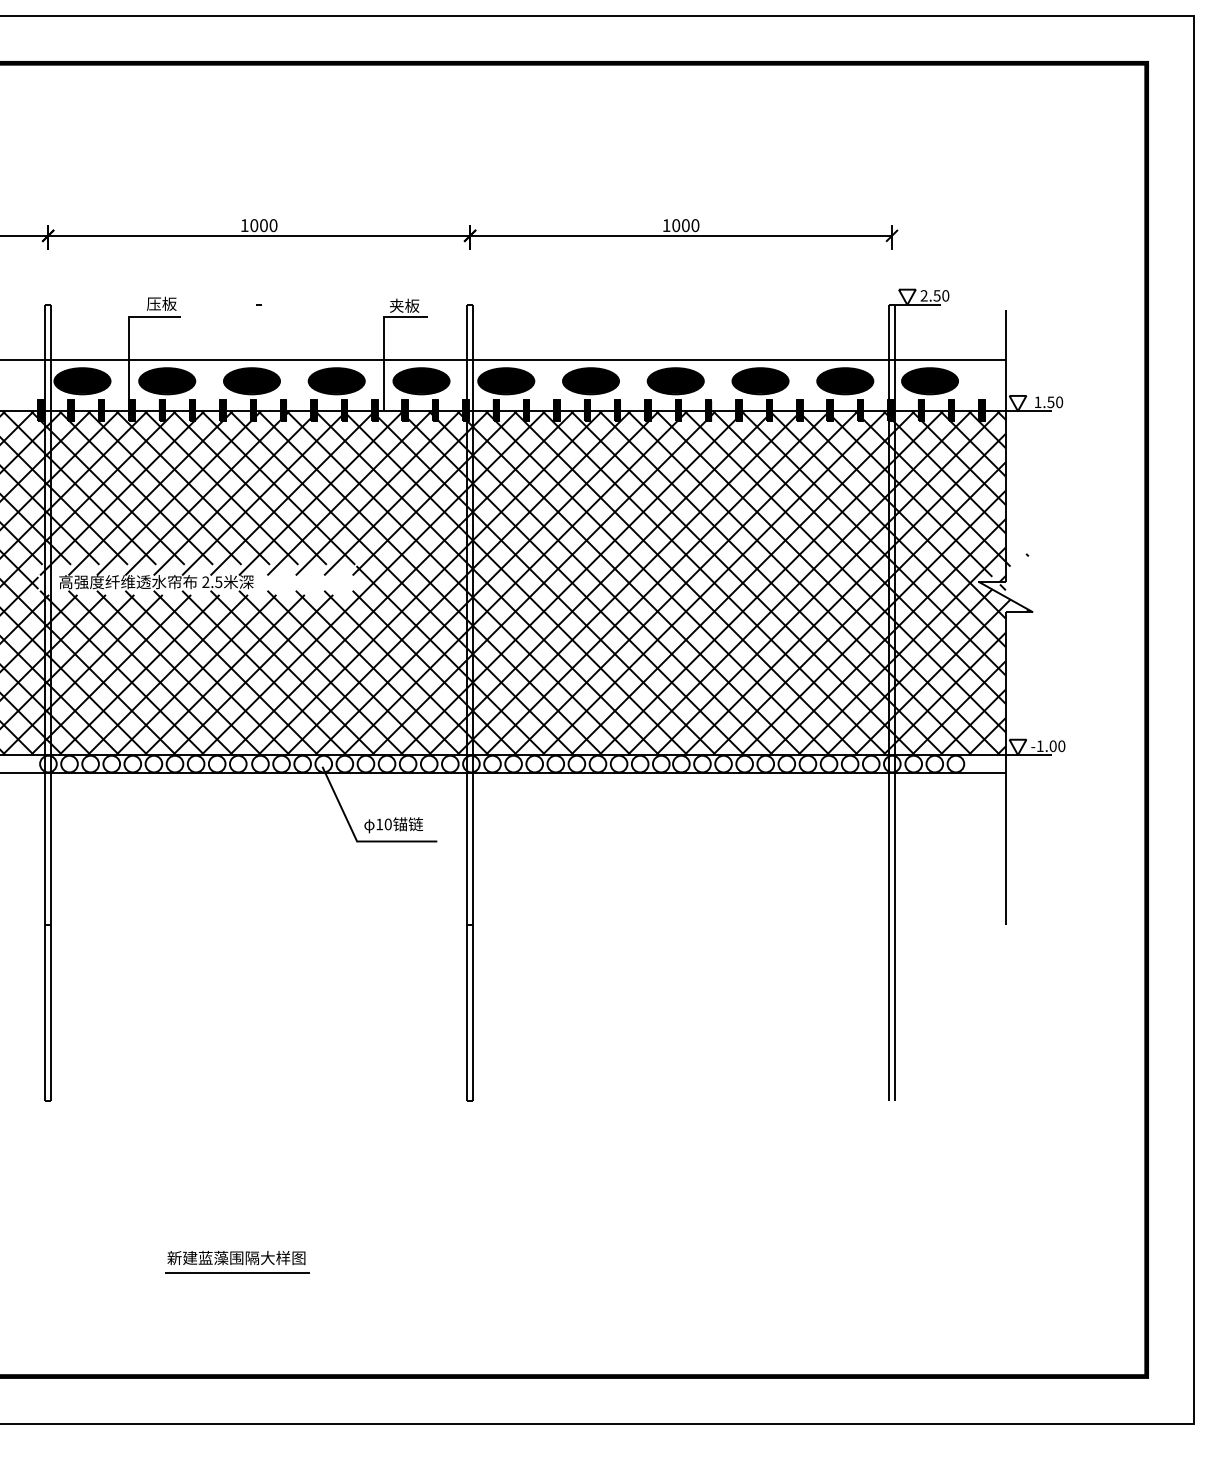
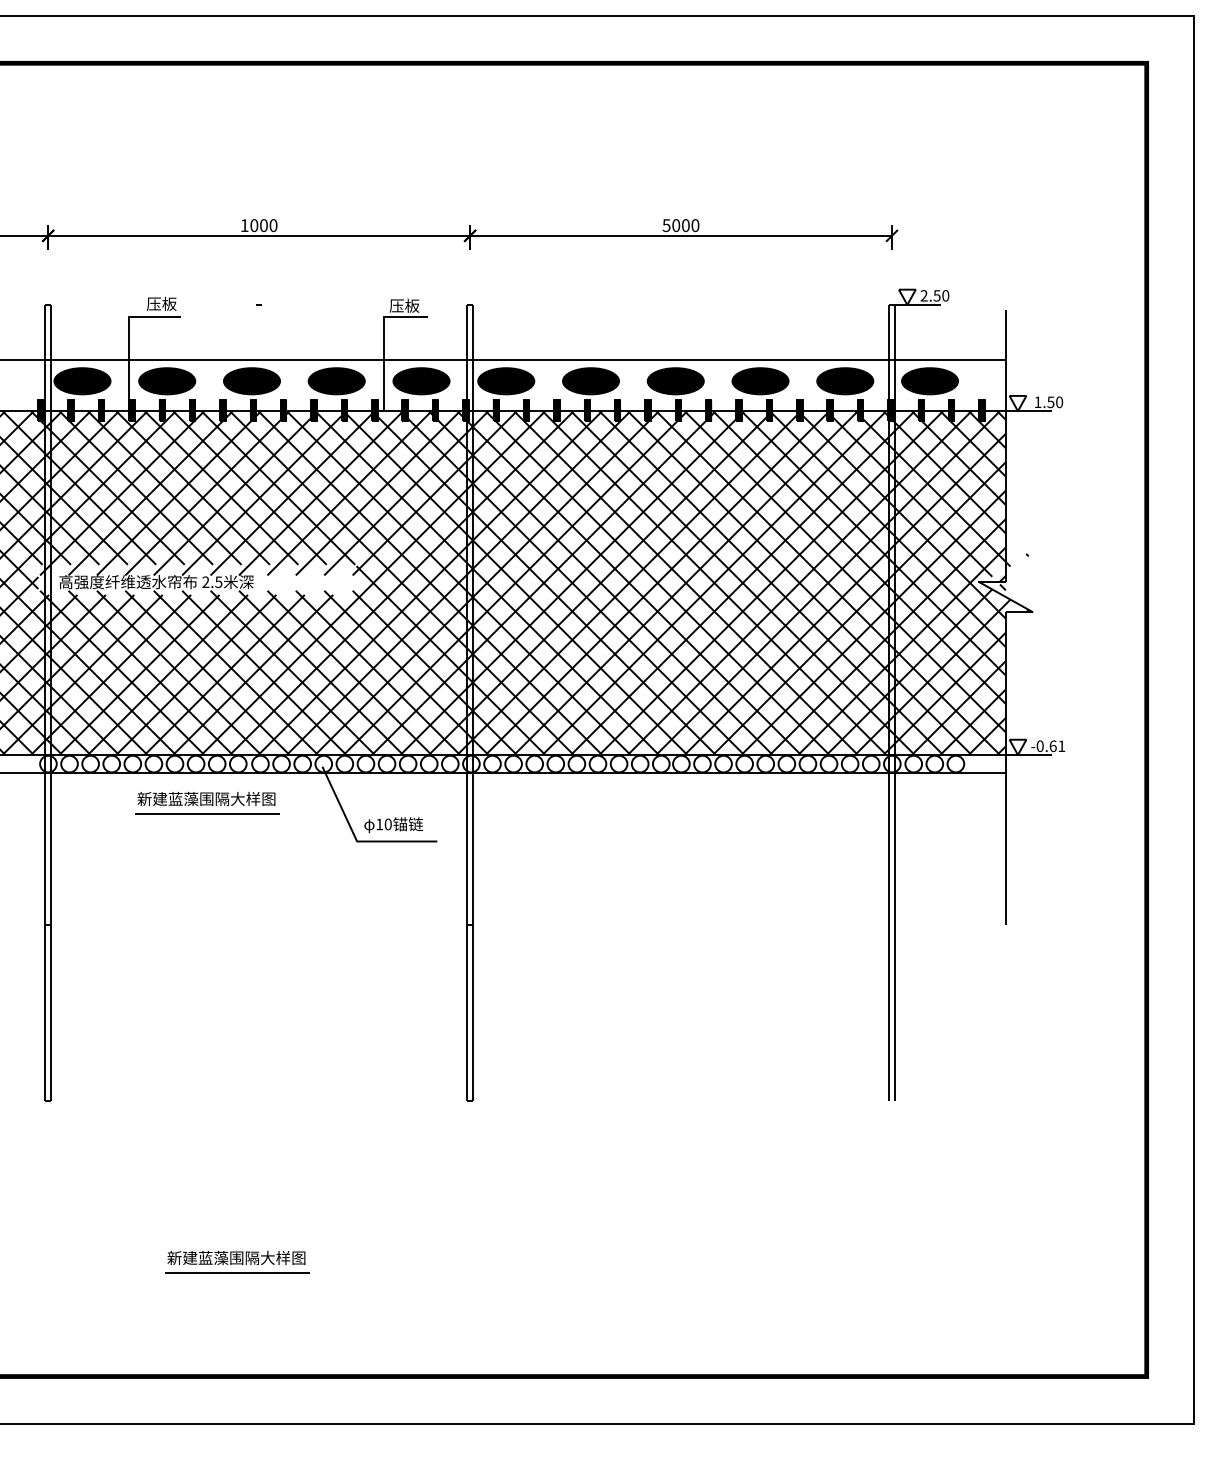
text at (666, 225): 1000 -> 5000
text at (396, 305): 夹板 -> 压板
text at (1050, 746): -1.00 -> -0.61
part at (207, 802): none -> present
